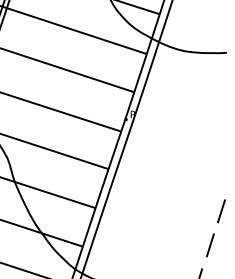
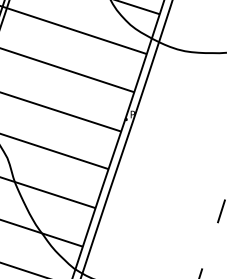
line at (210, 245): present -> none
